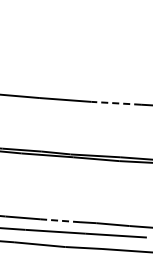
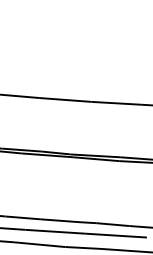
line at (116, 103): dashed -> solid
line at (60, 220): dashed -> solid
